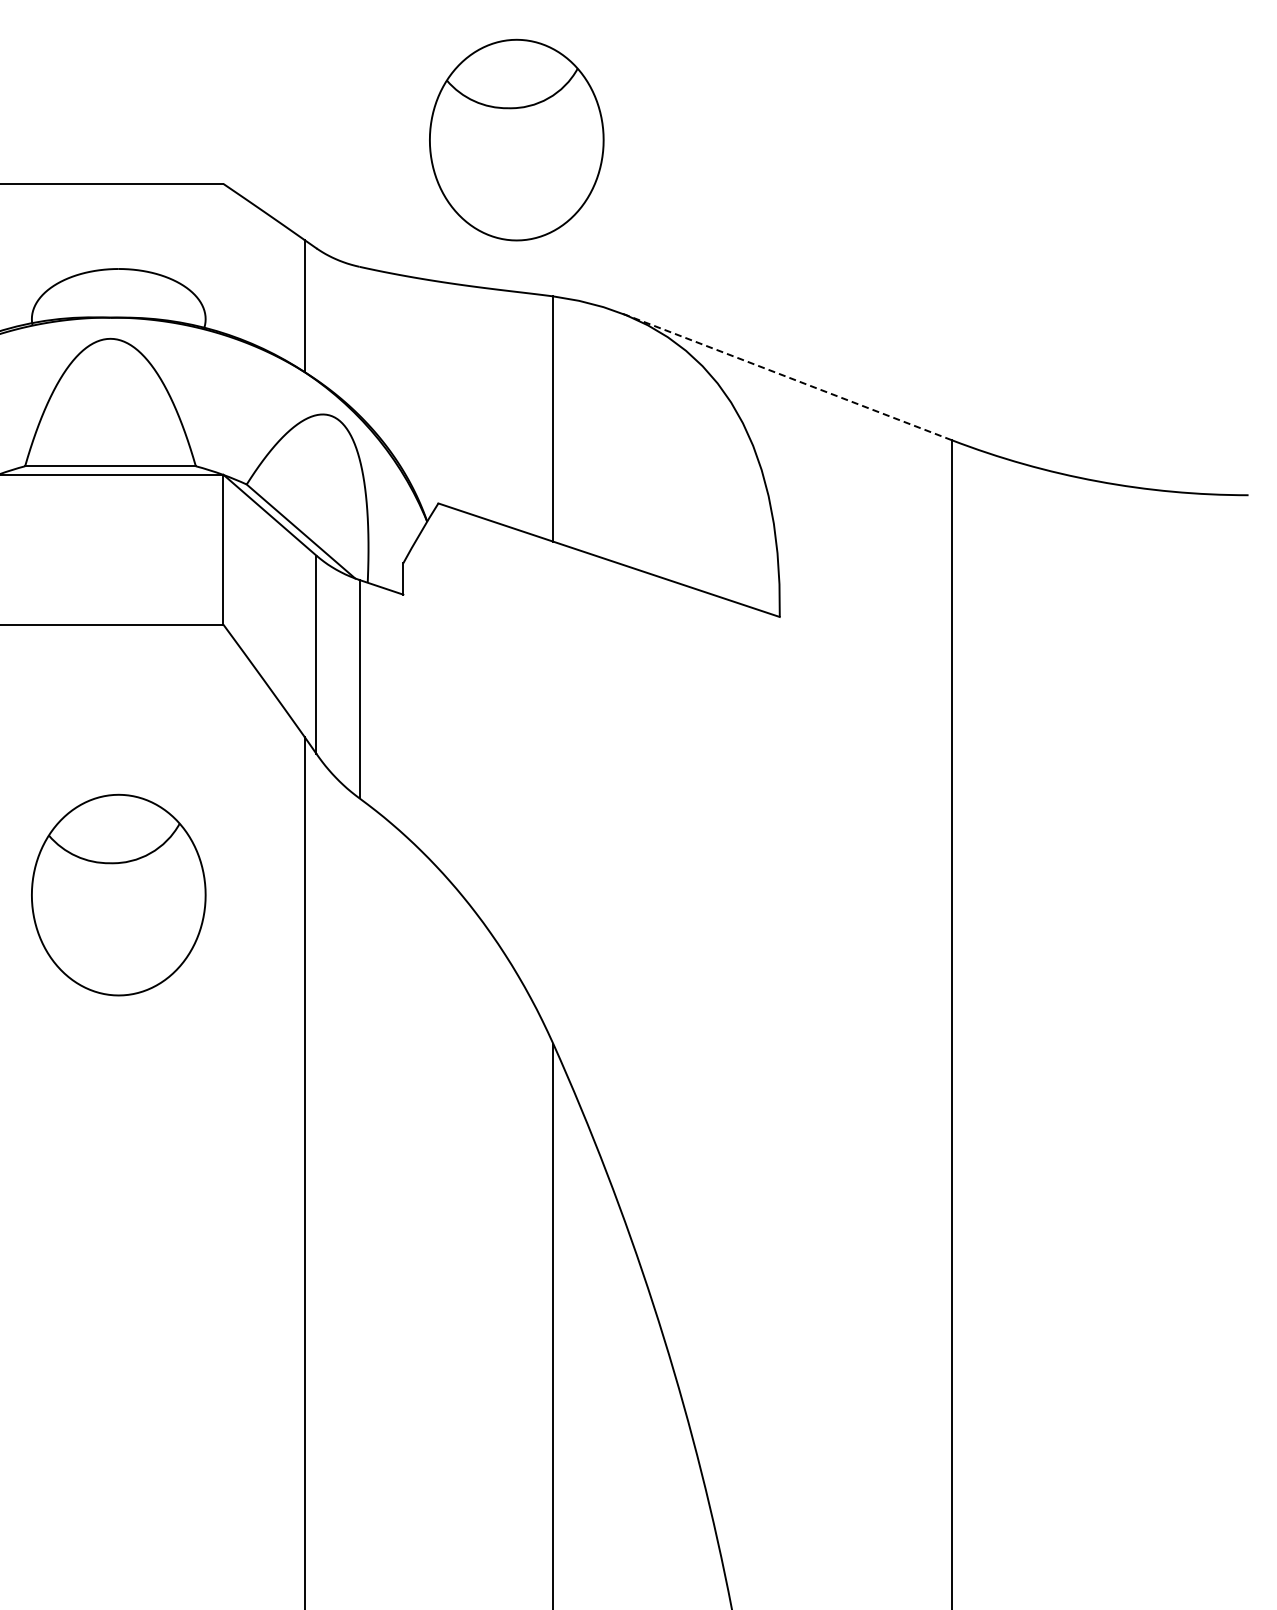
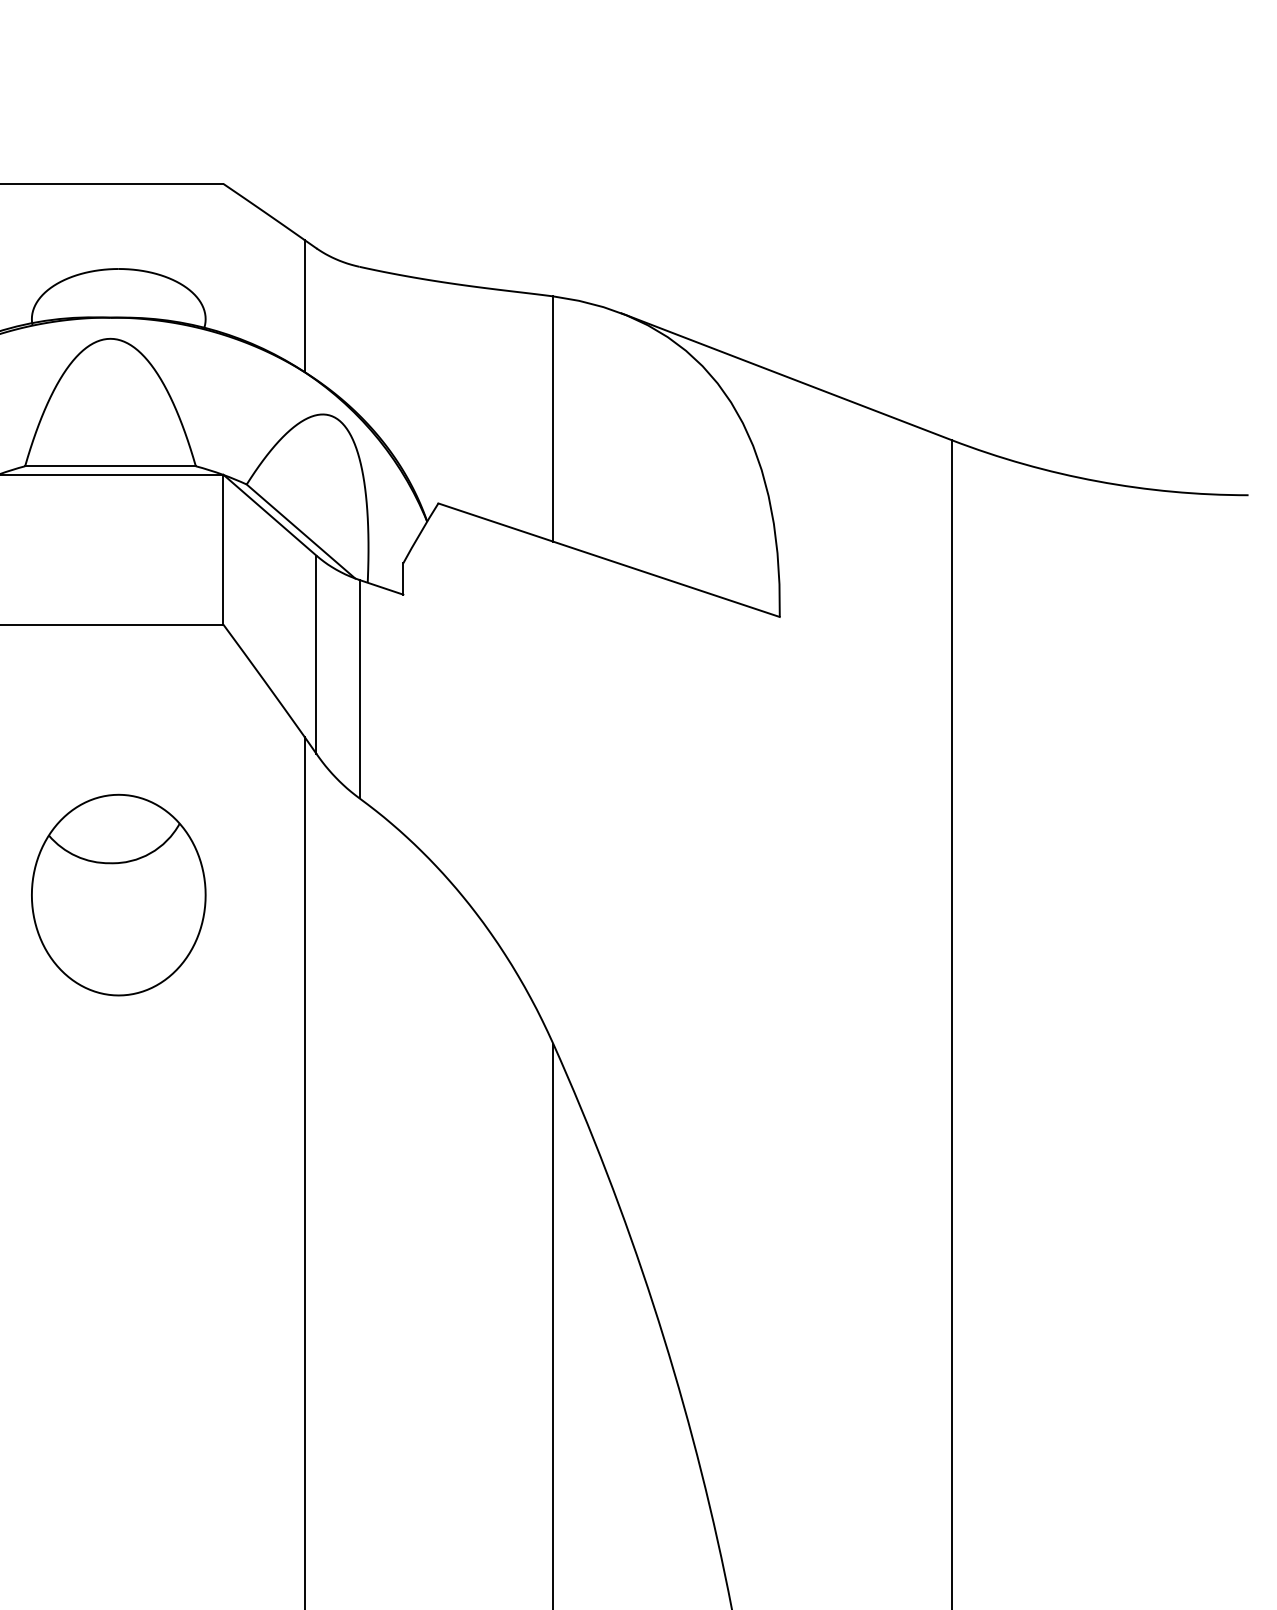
part at (516, 139): present -> none
line at (786, 376): dashed -> solid
